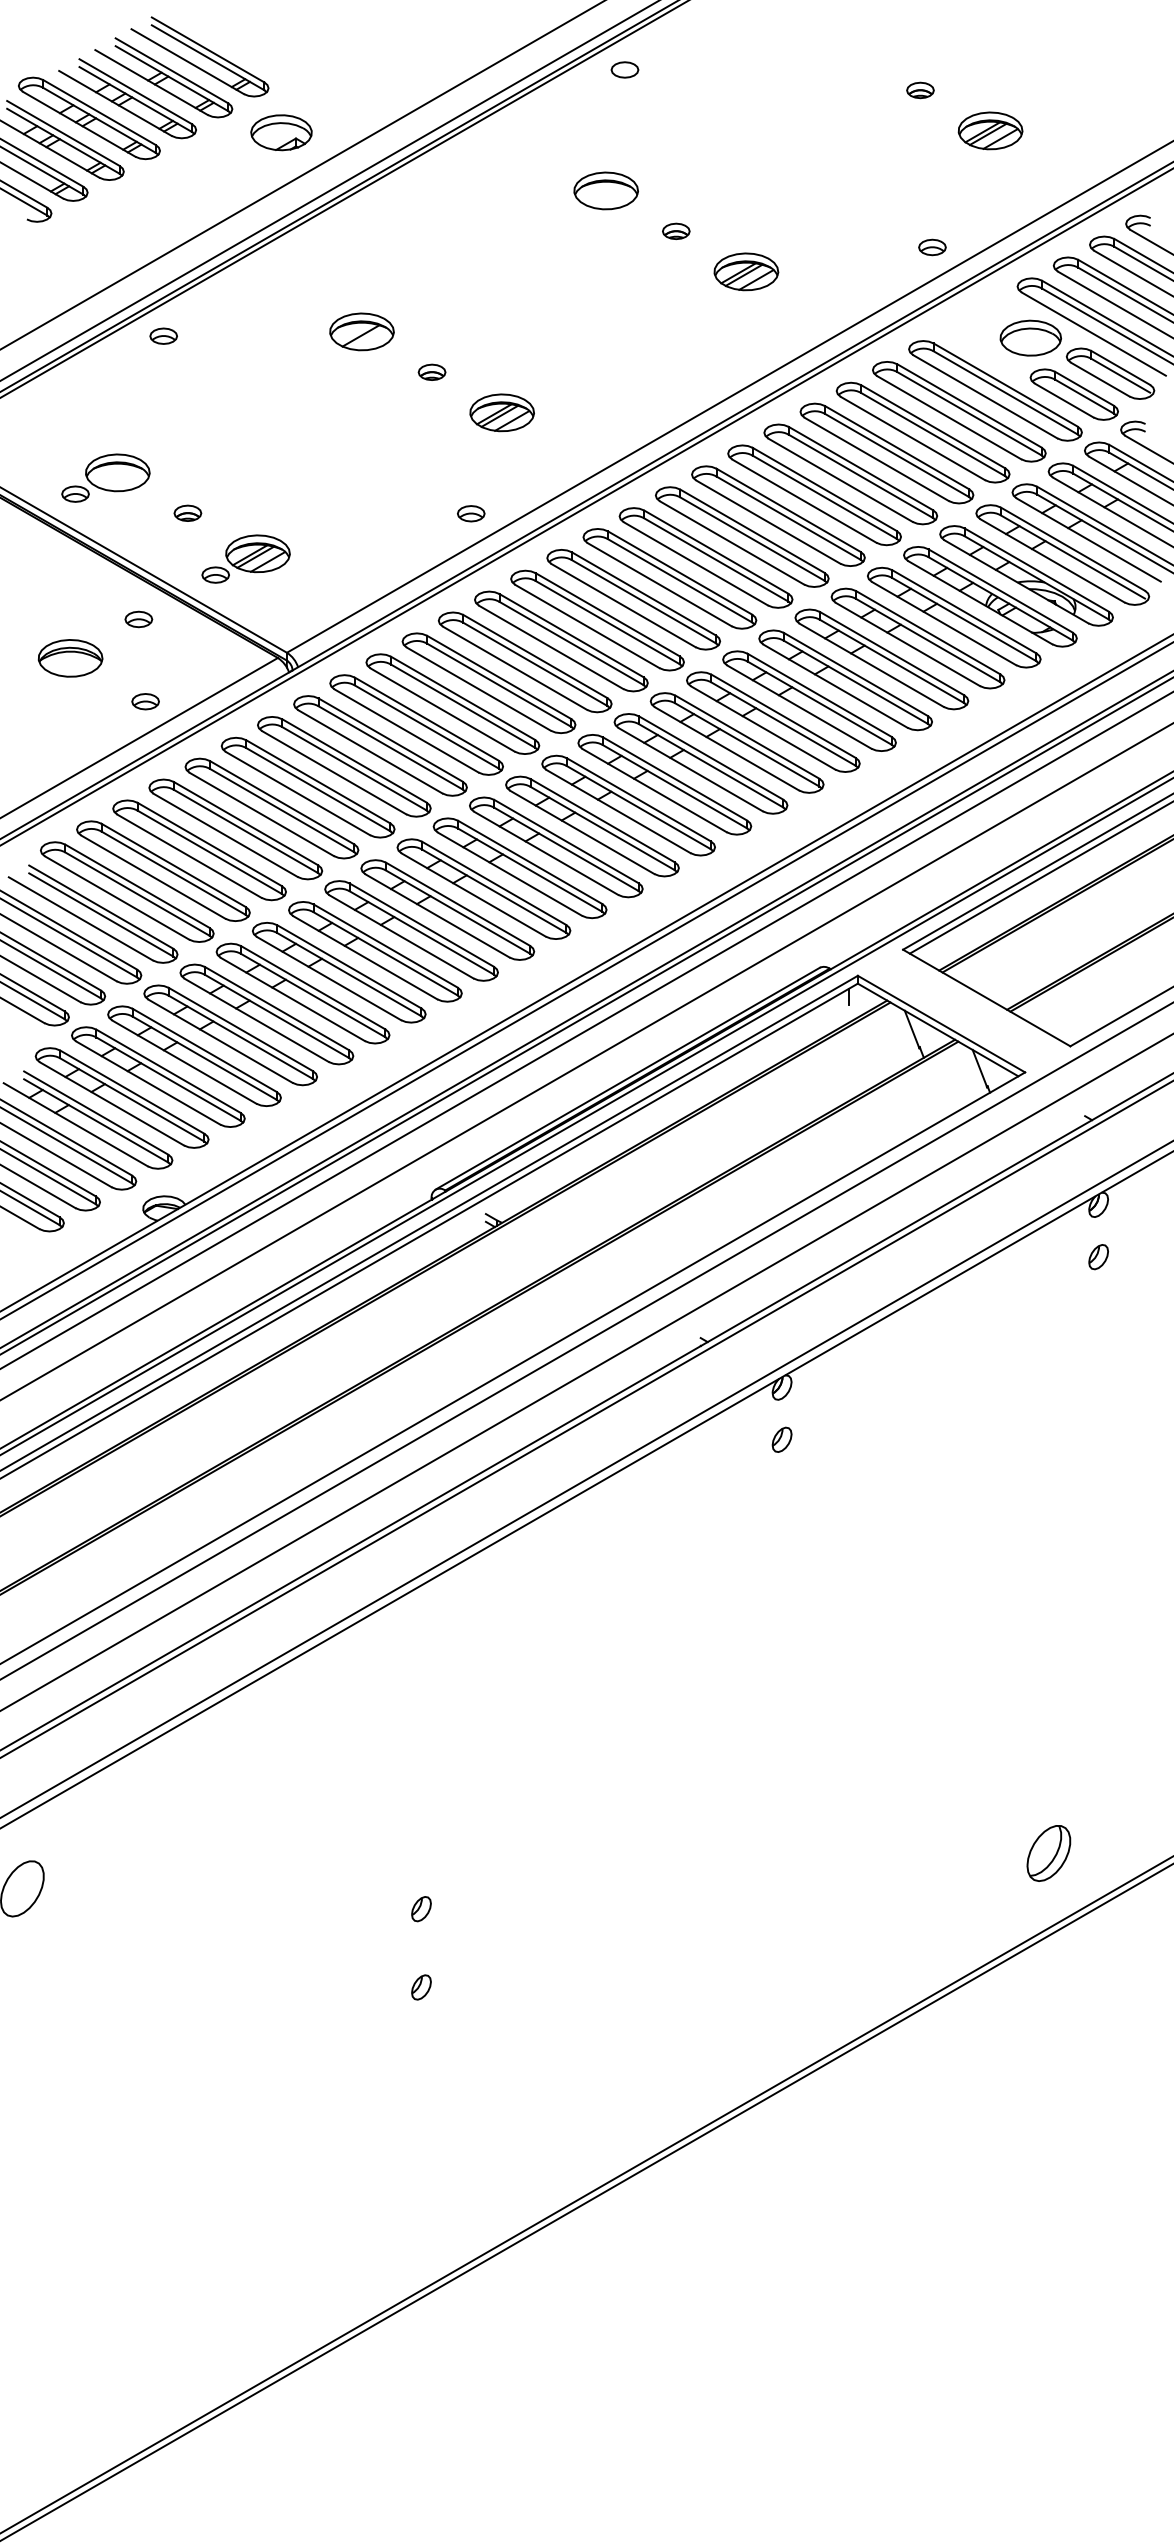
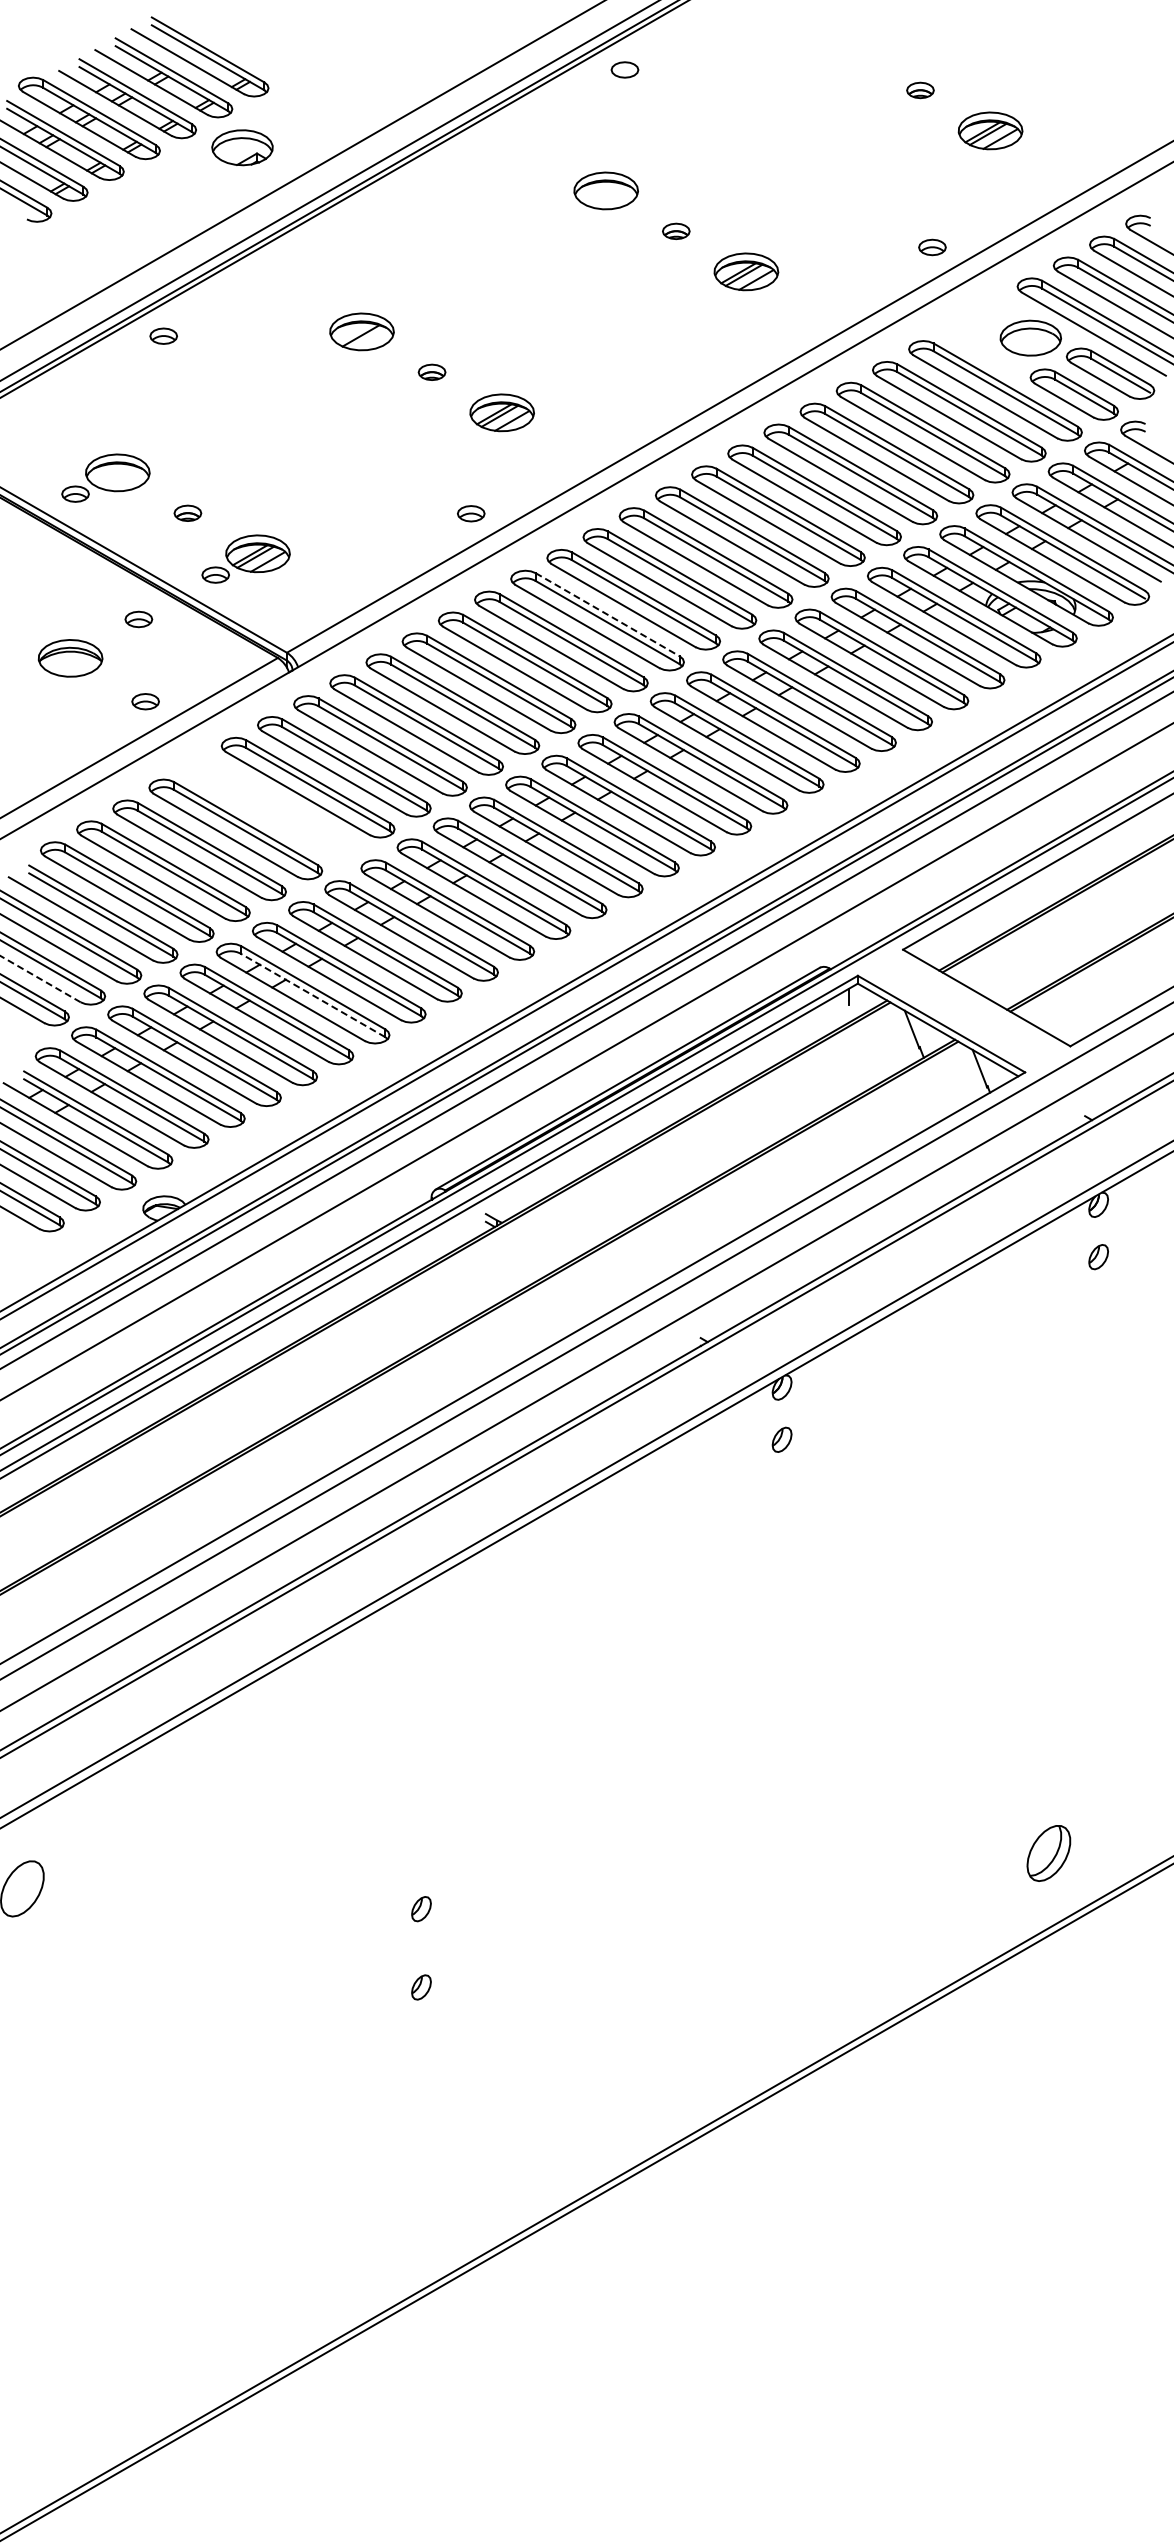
part at (281, 132) position: (281, 132) -> (242, 147)
line at (586, 506): present -> none
line at (608, 615): solid -> dashed
part at (271, 808): present -> none
line at (1039, 878): present -> none
line at (40, 978): solid -> dashed
line at (312, 995): solid -> dashed
